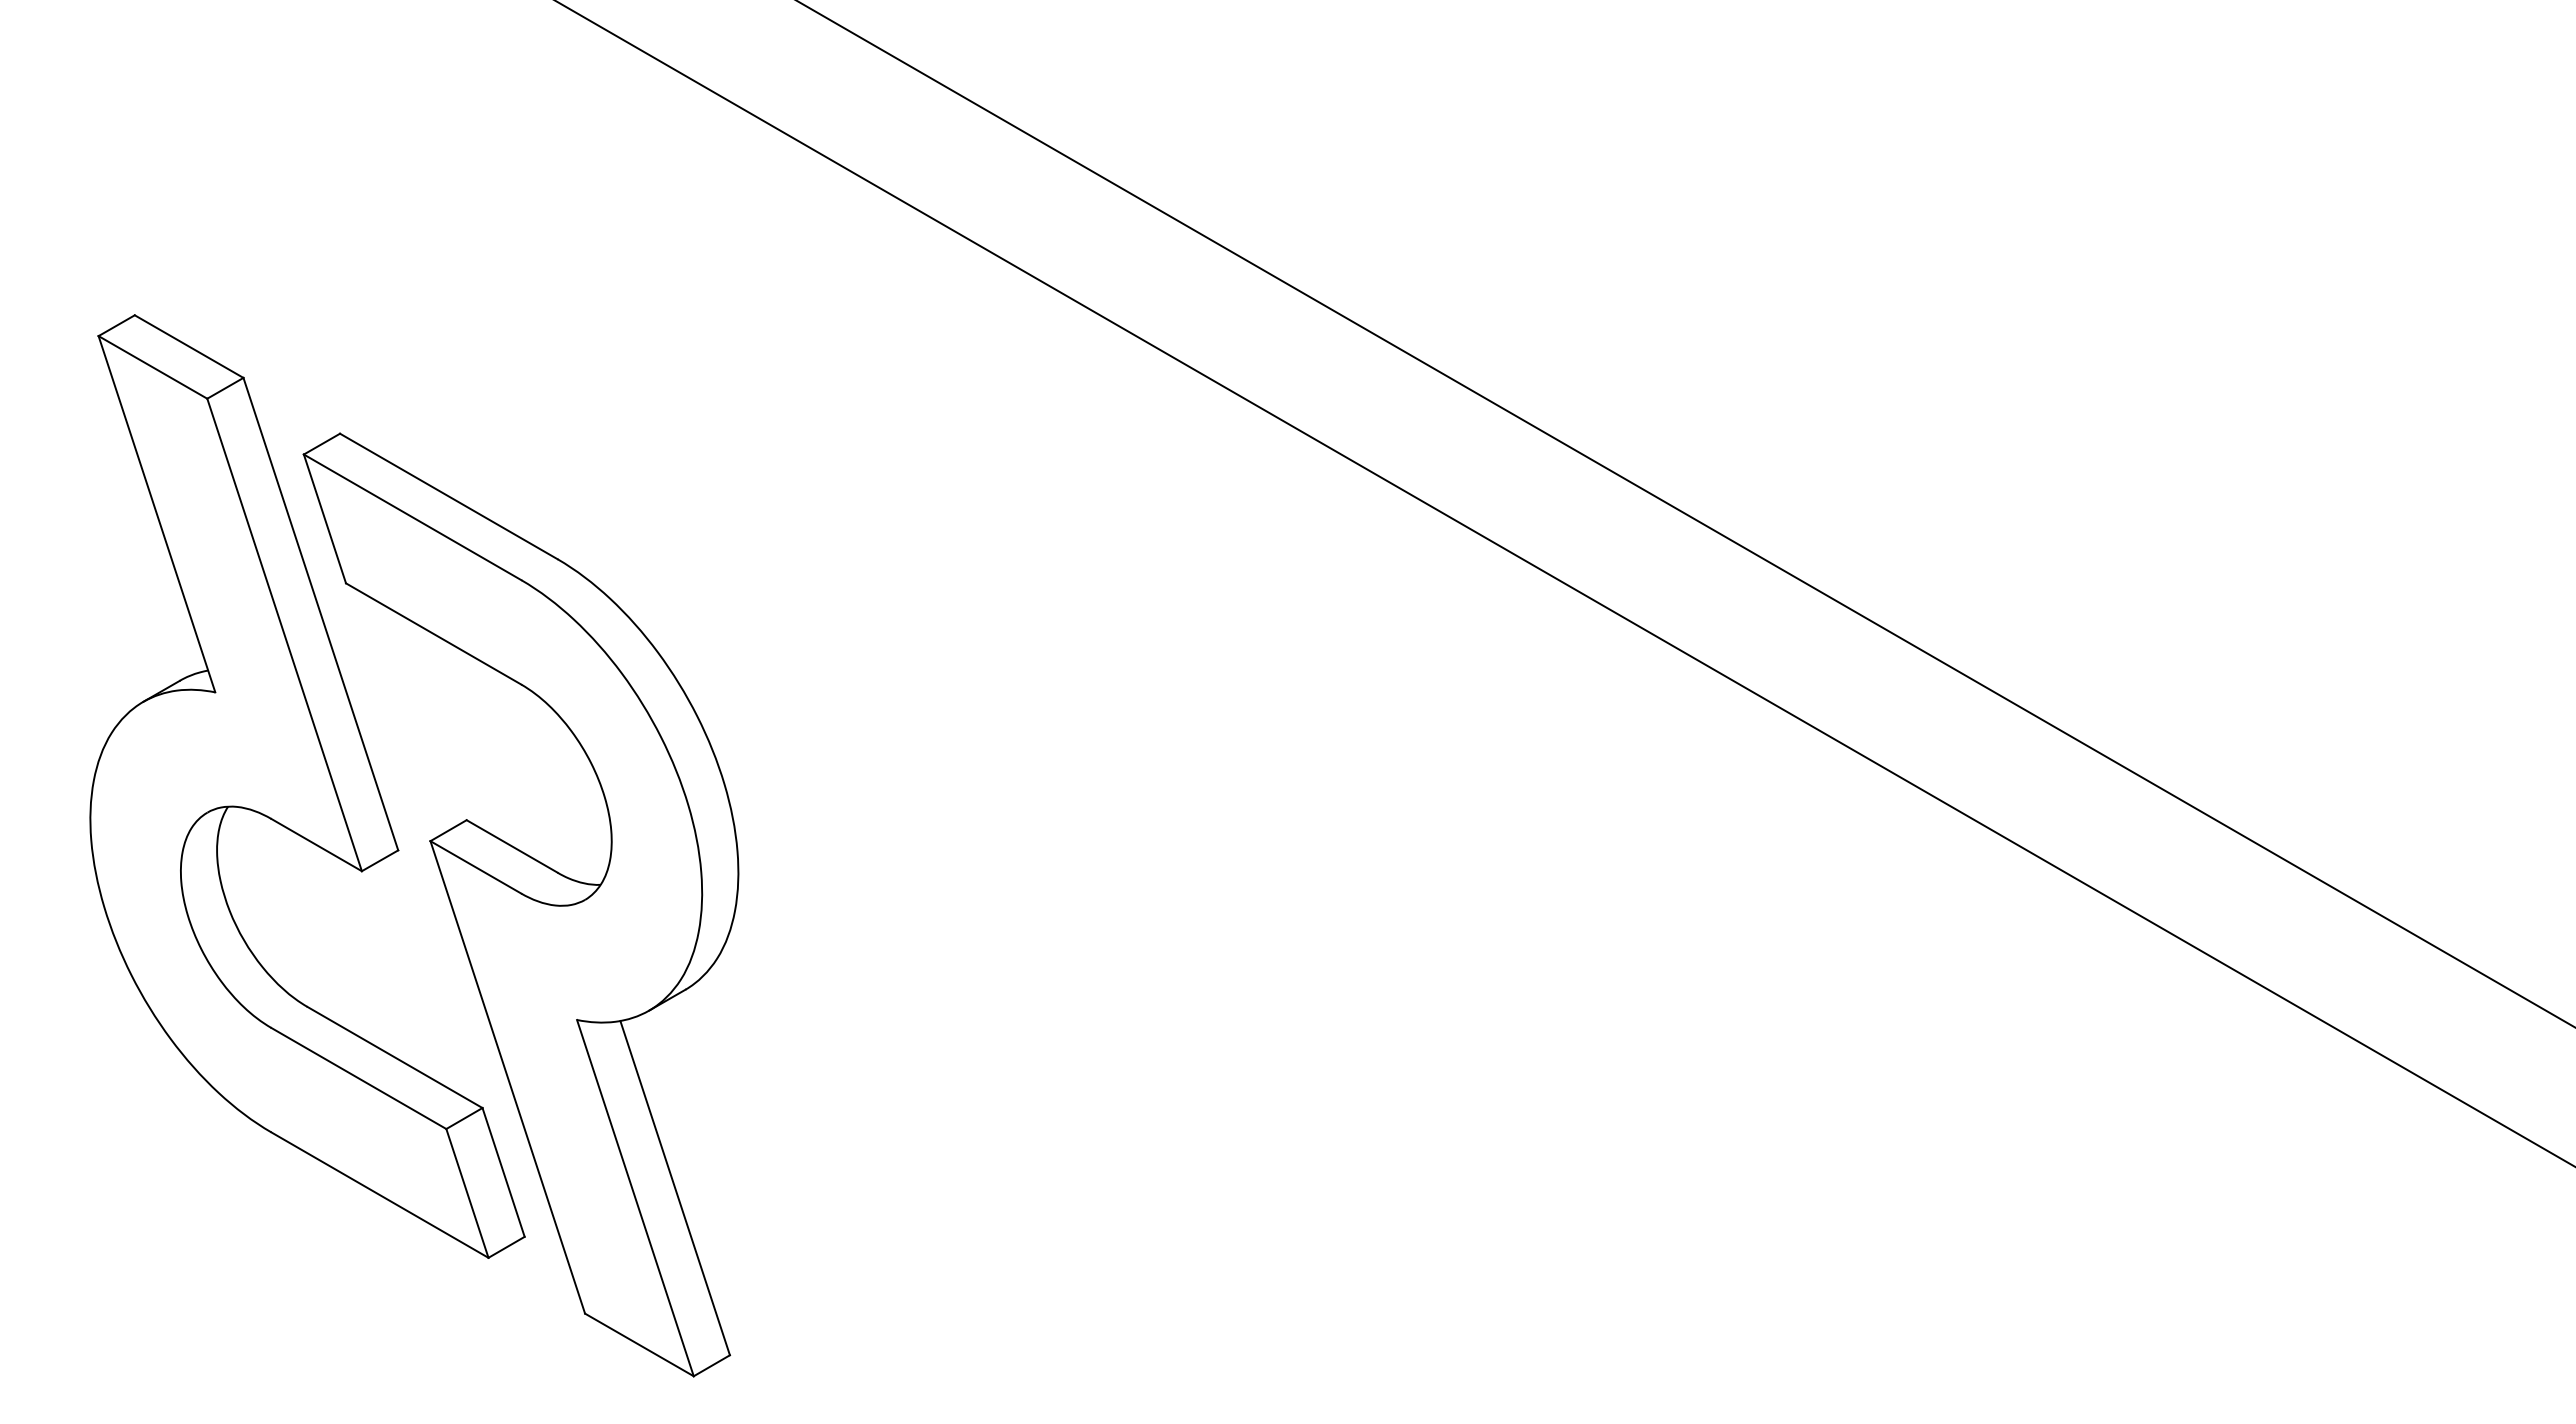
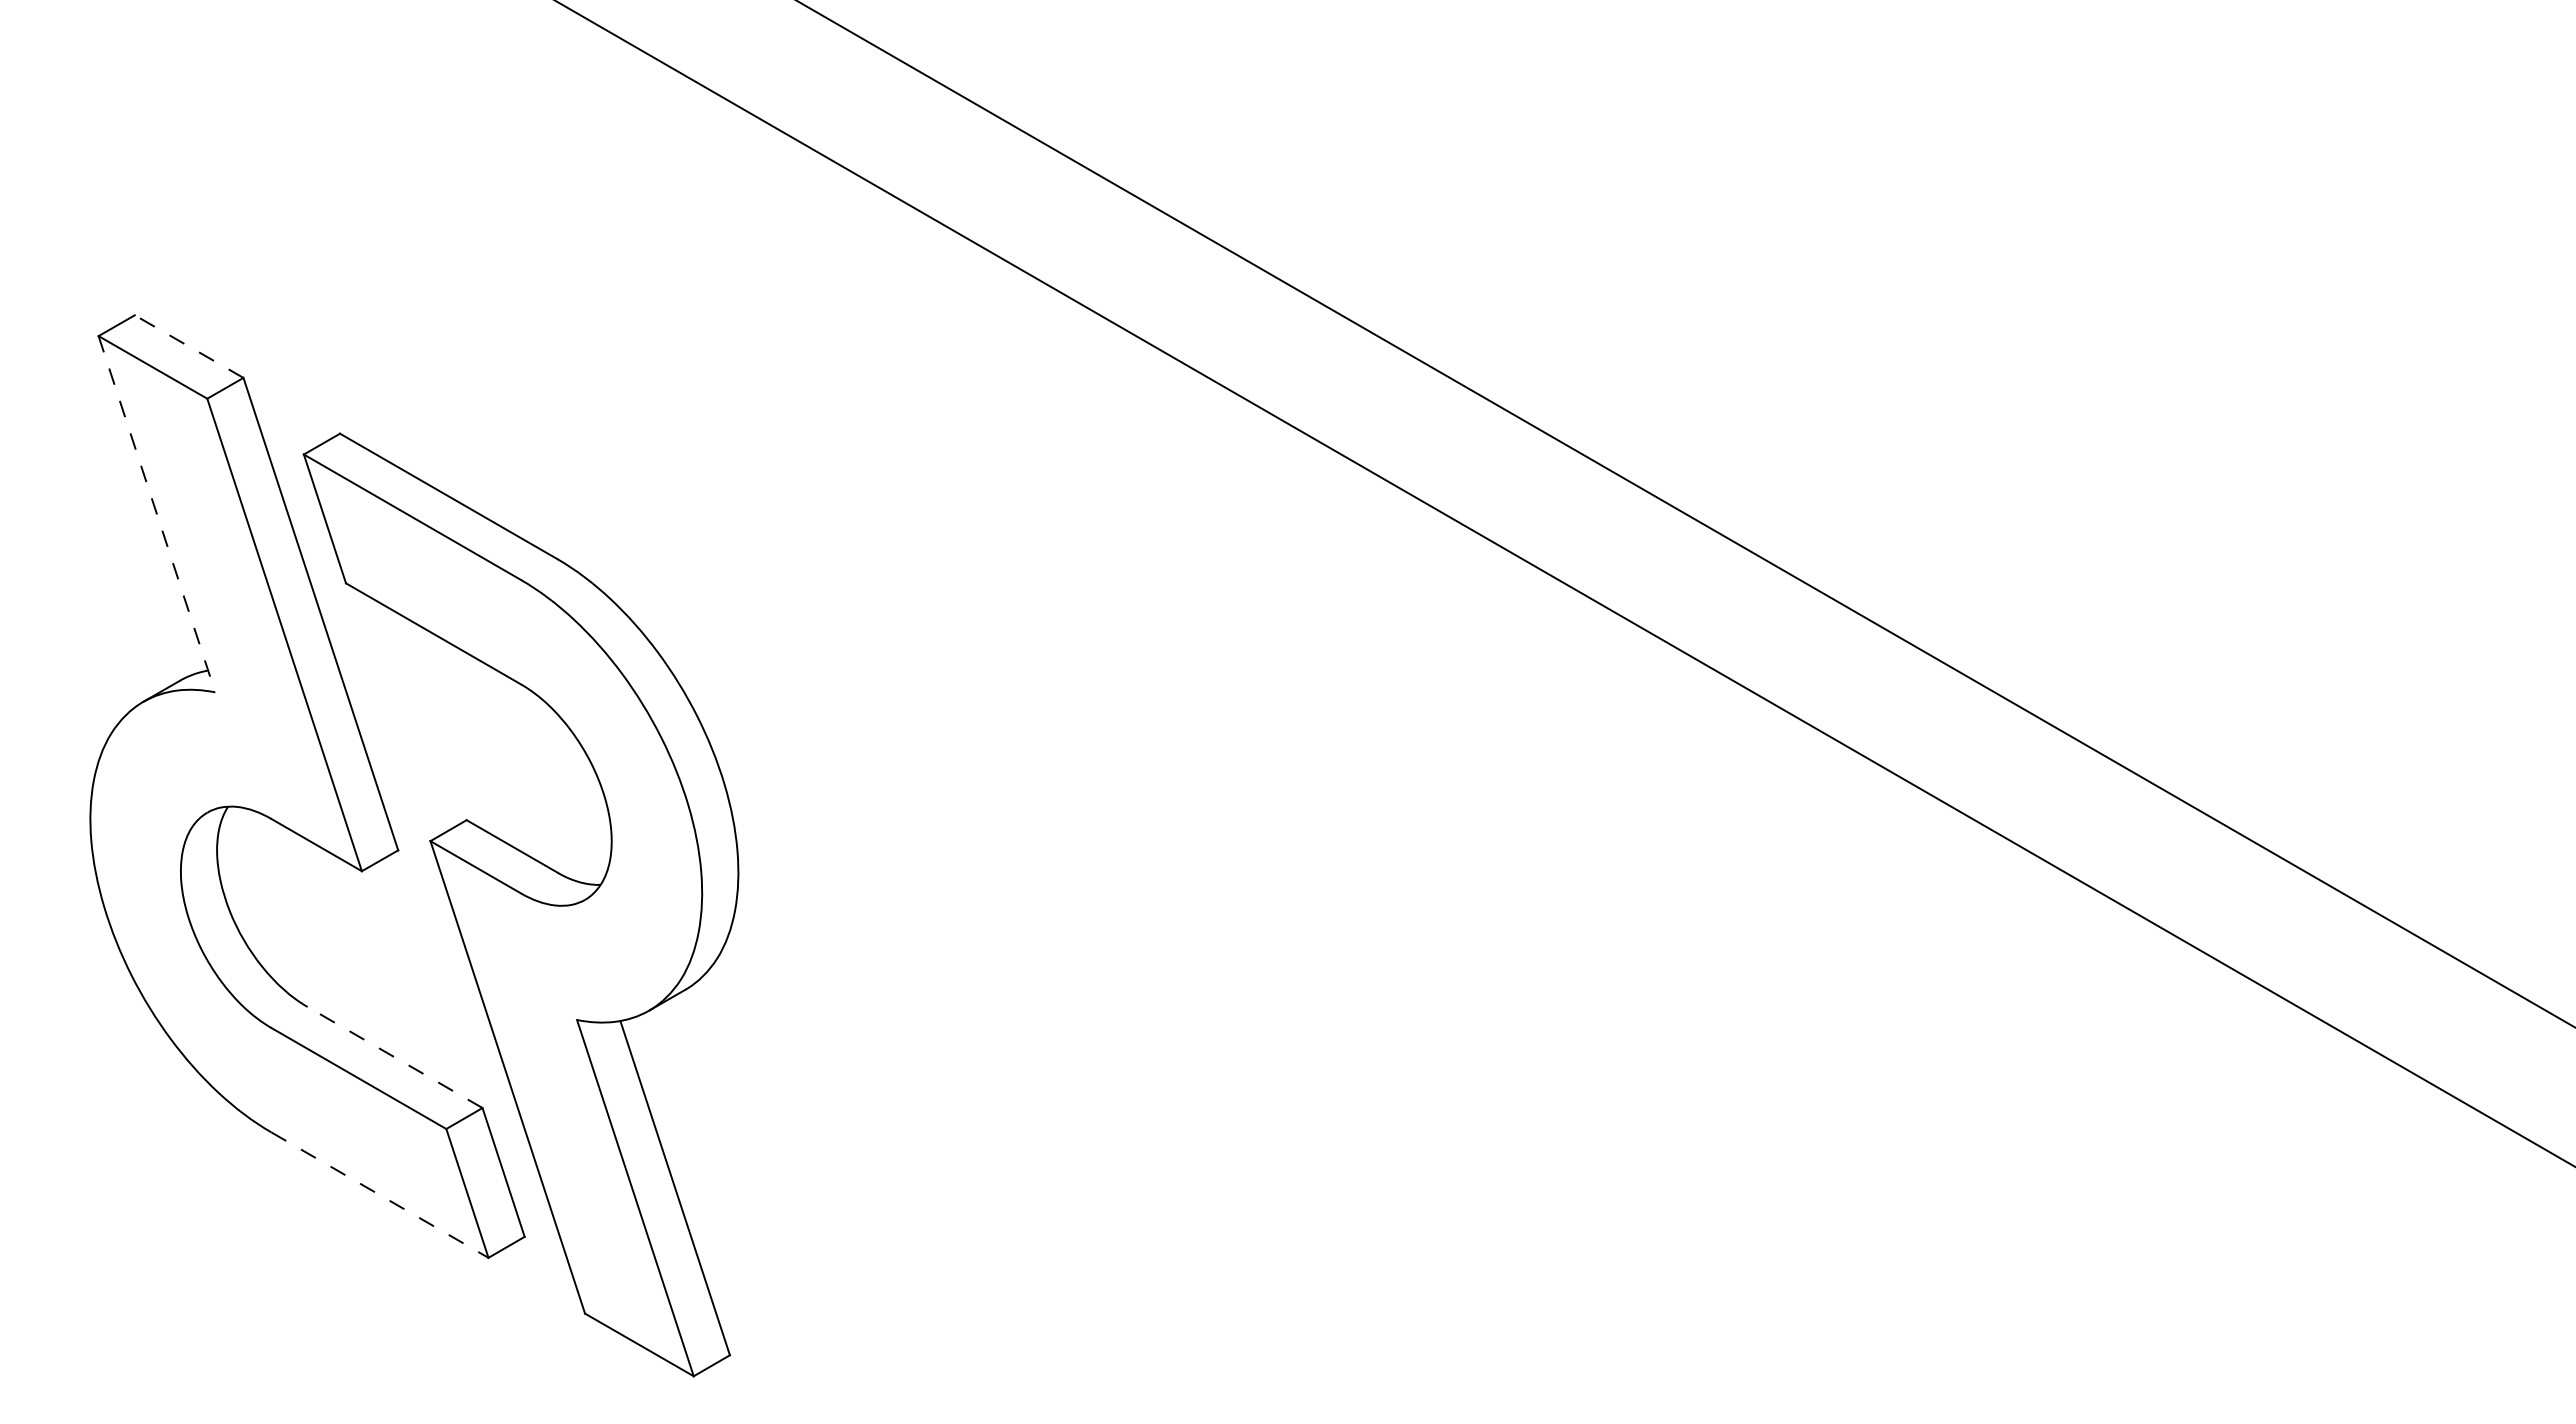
line at (189, 346): solid -> dashed
line at (157, 514): solid -> dashed
line at (395, 1057): solid -> dashed
line at (380, 1195): solid -> dashed
